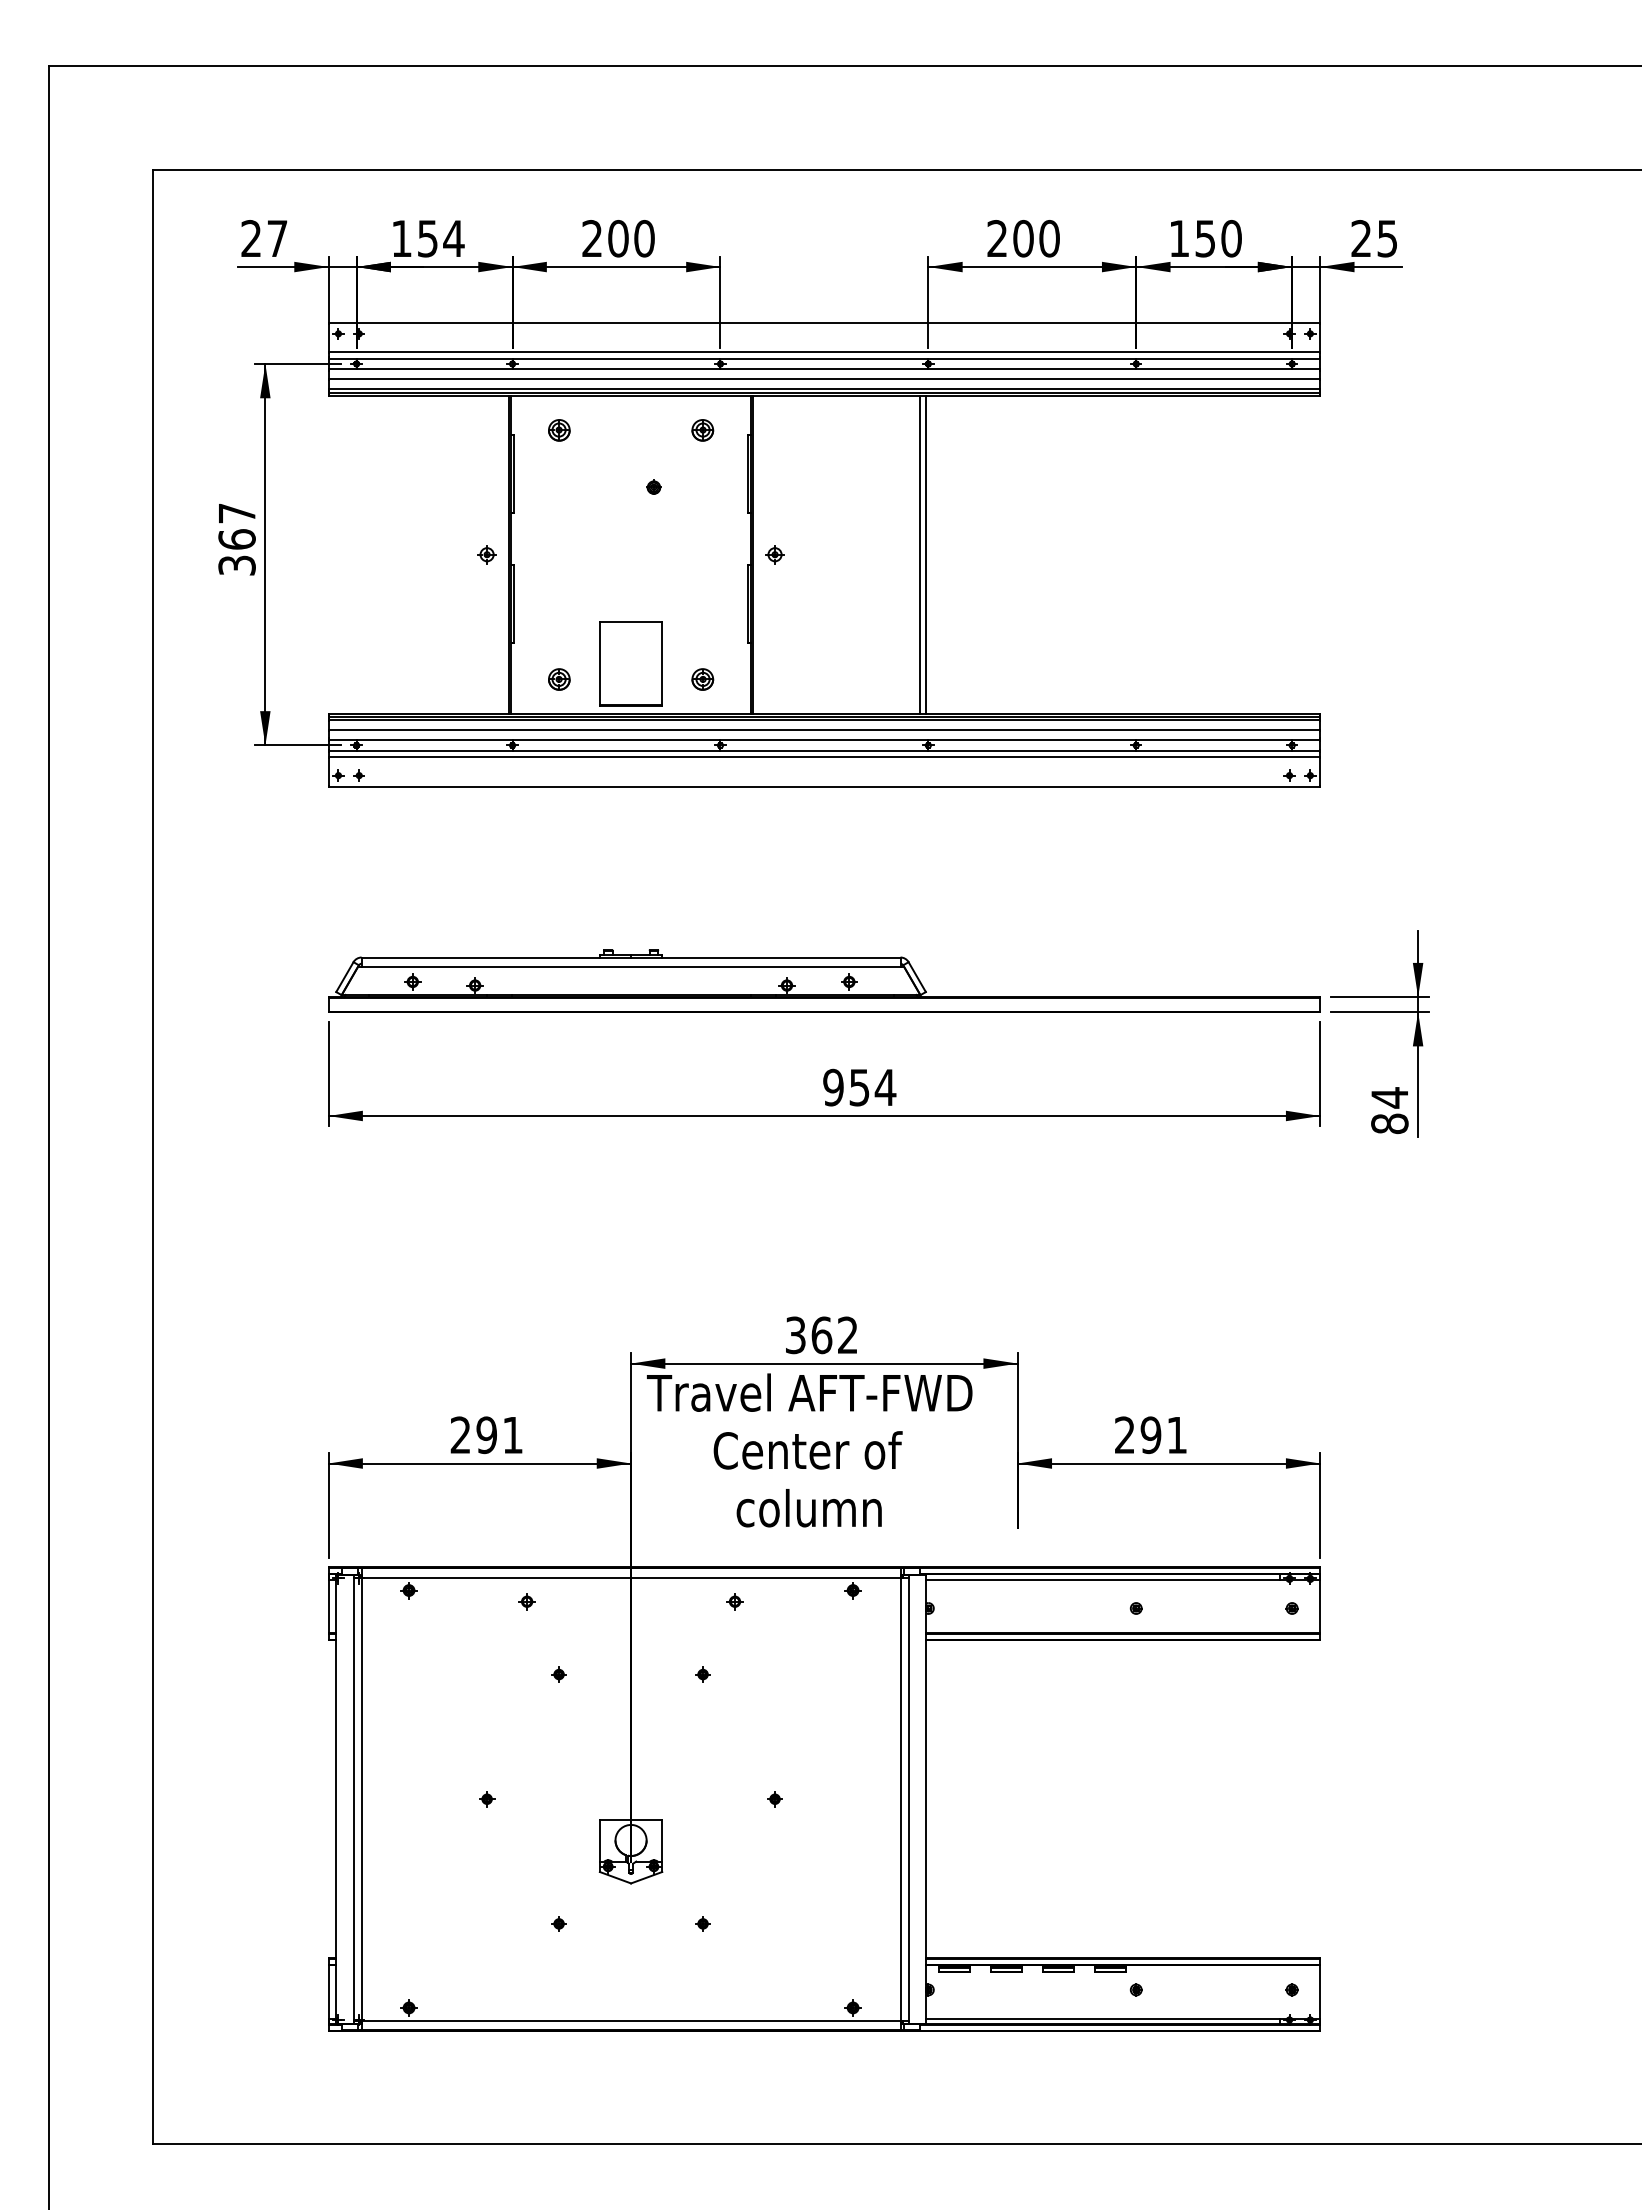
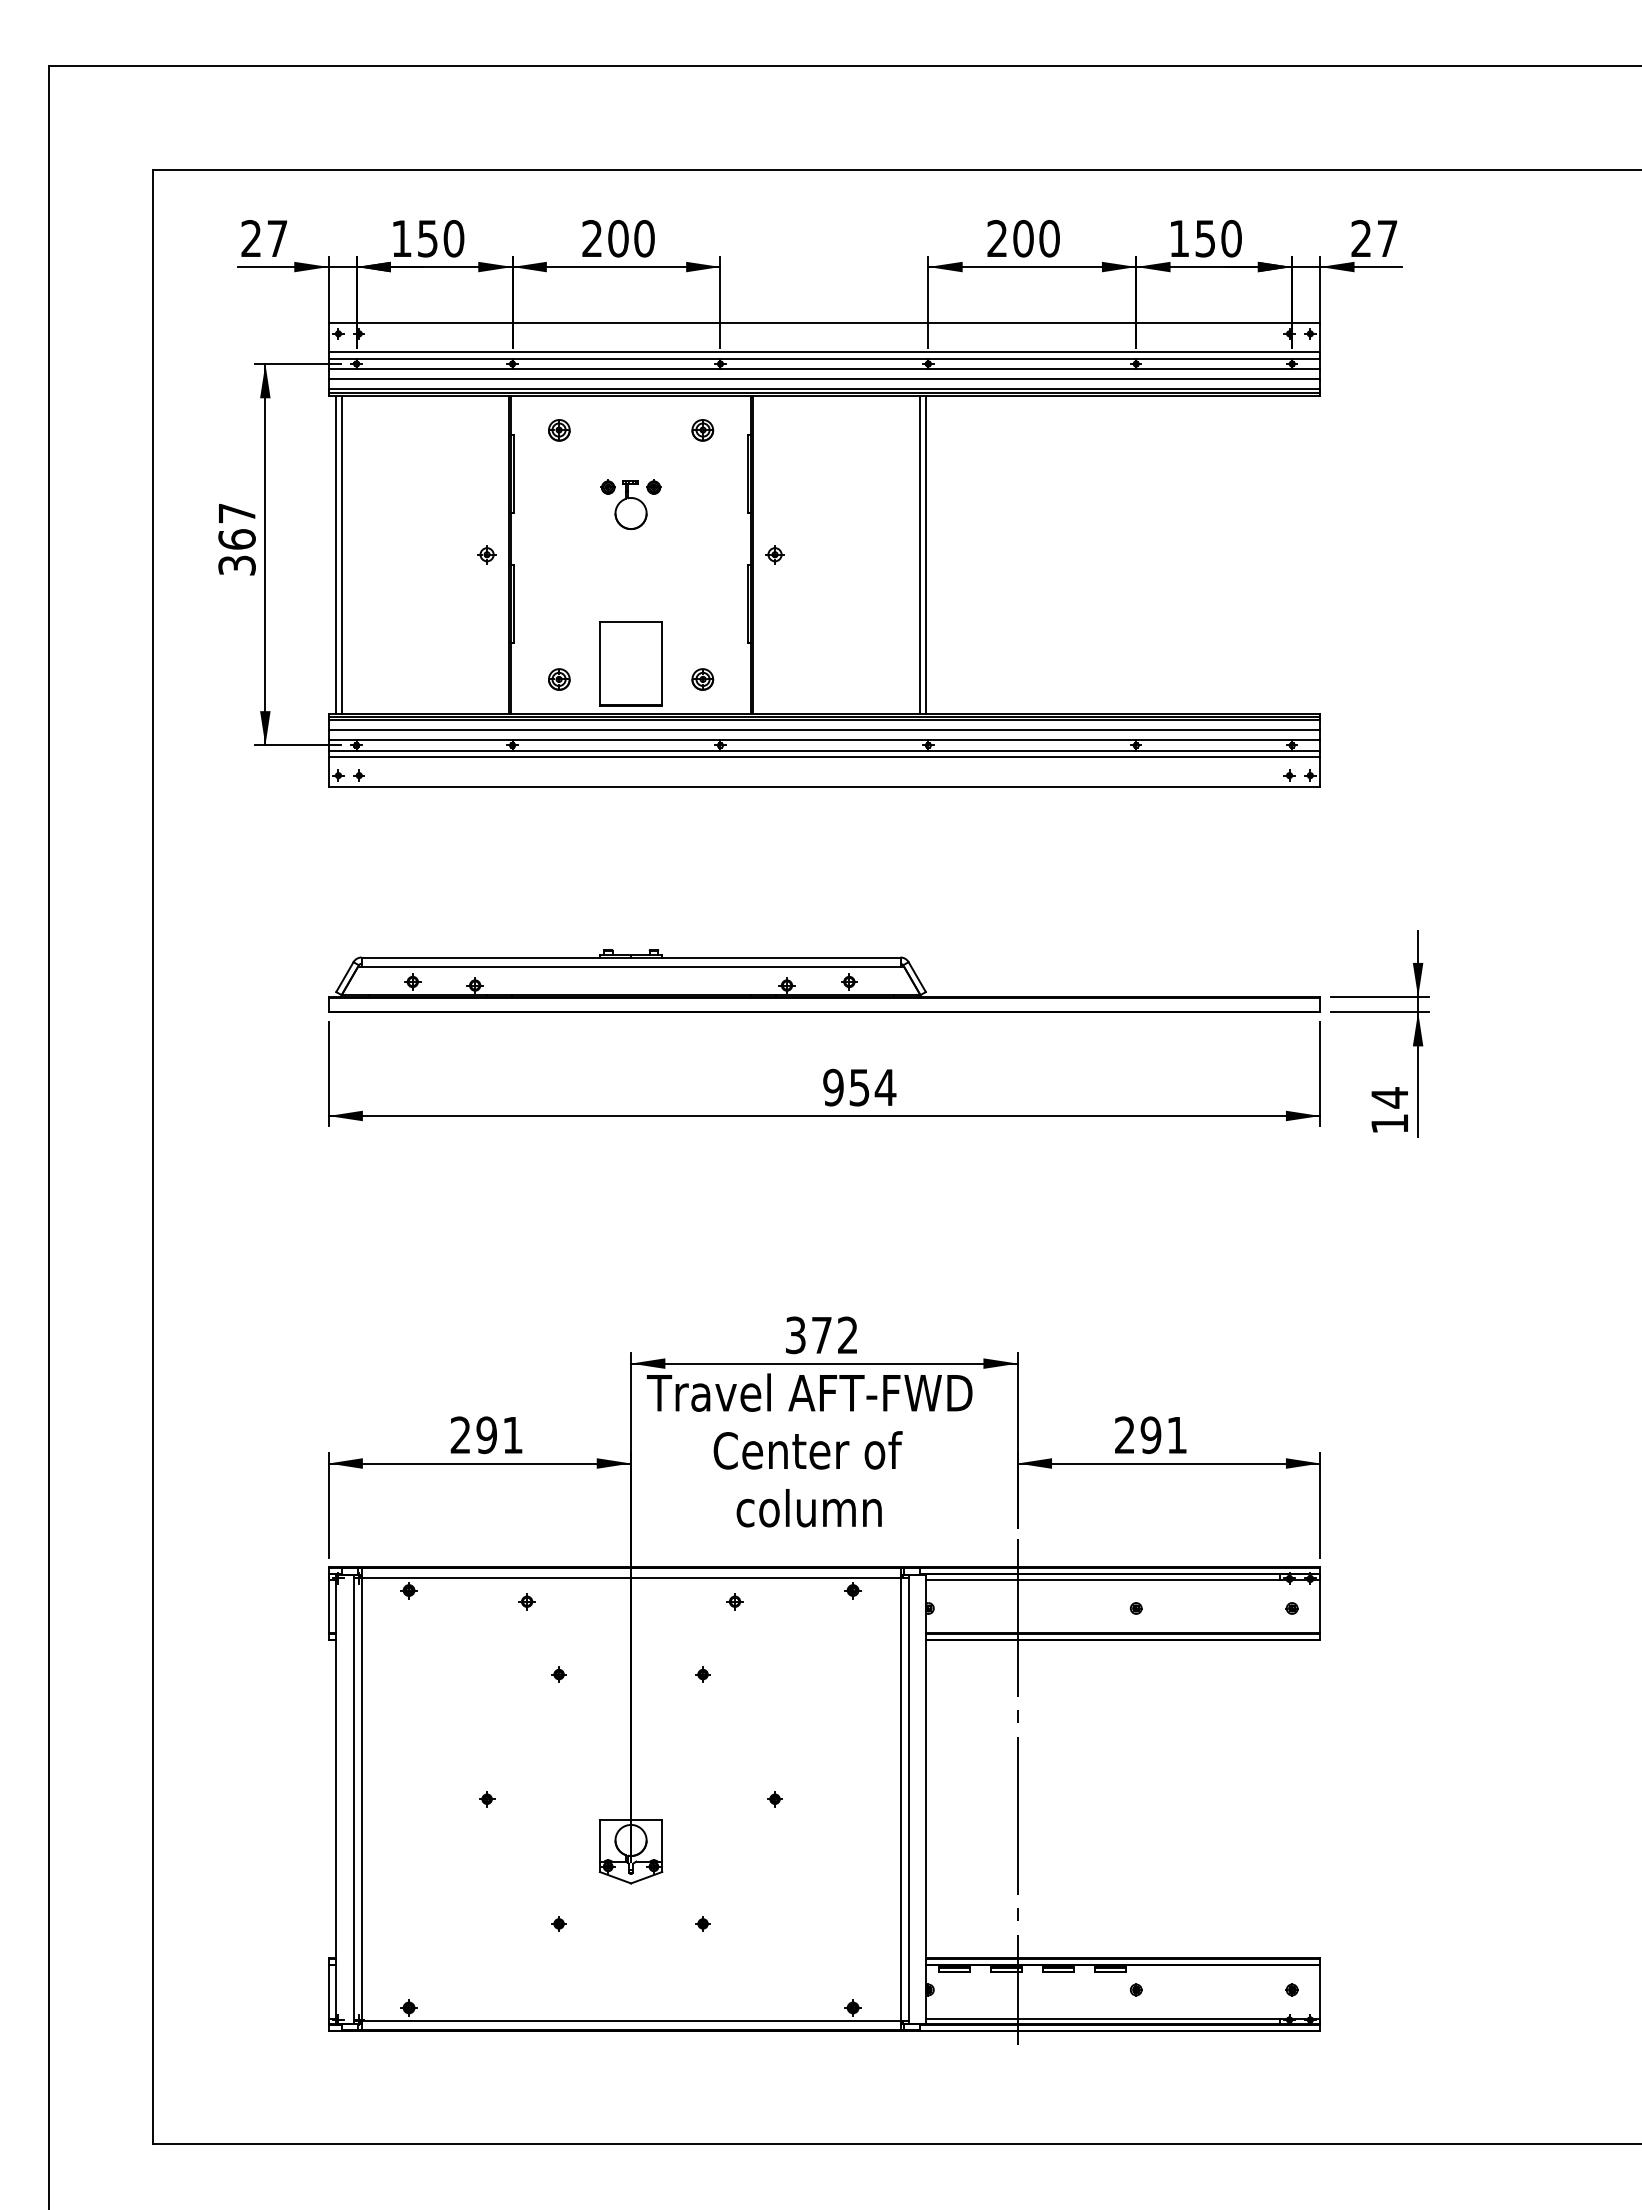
text at (453, 238): 154 -> 150
text at (1387, 238): 25 -> 27
part at (623, 504): none -> present
line at (336, 554): none -> present
line at (341, 554): none -> present
text at (1389, 1123): 84 -> 14
text at (821, 1335): 362 -> 372
line at (1017, 1791): none -> present
